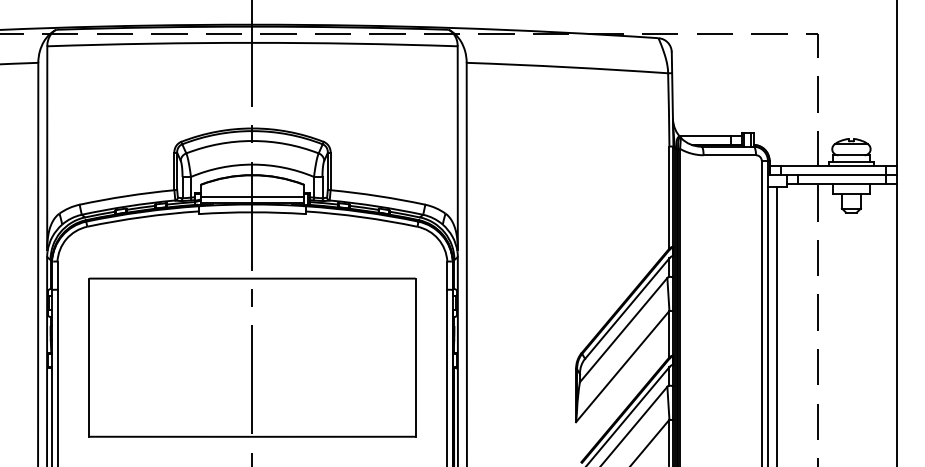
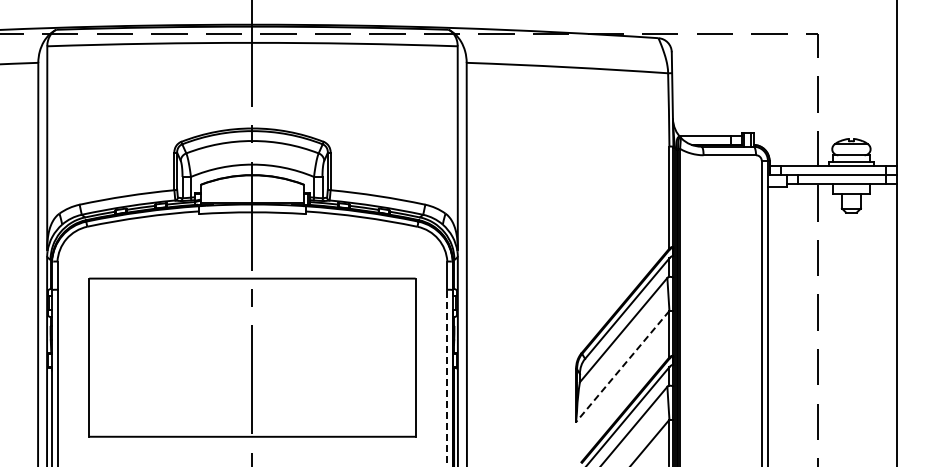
line at (252, 196): present -> none
line at (776, 325): present -> none
line at (622, 366): solid -> dashed
line at (447, 377): solid -> dashed
